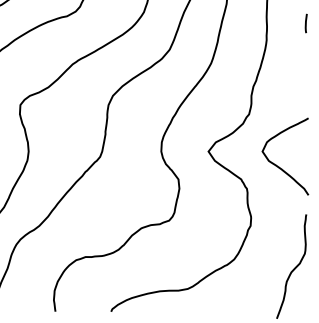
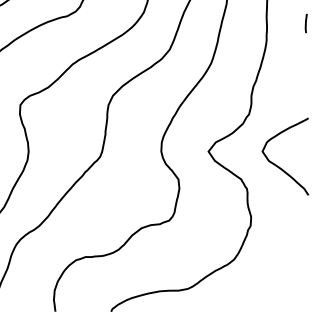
curve at (293, 268): present -> none
